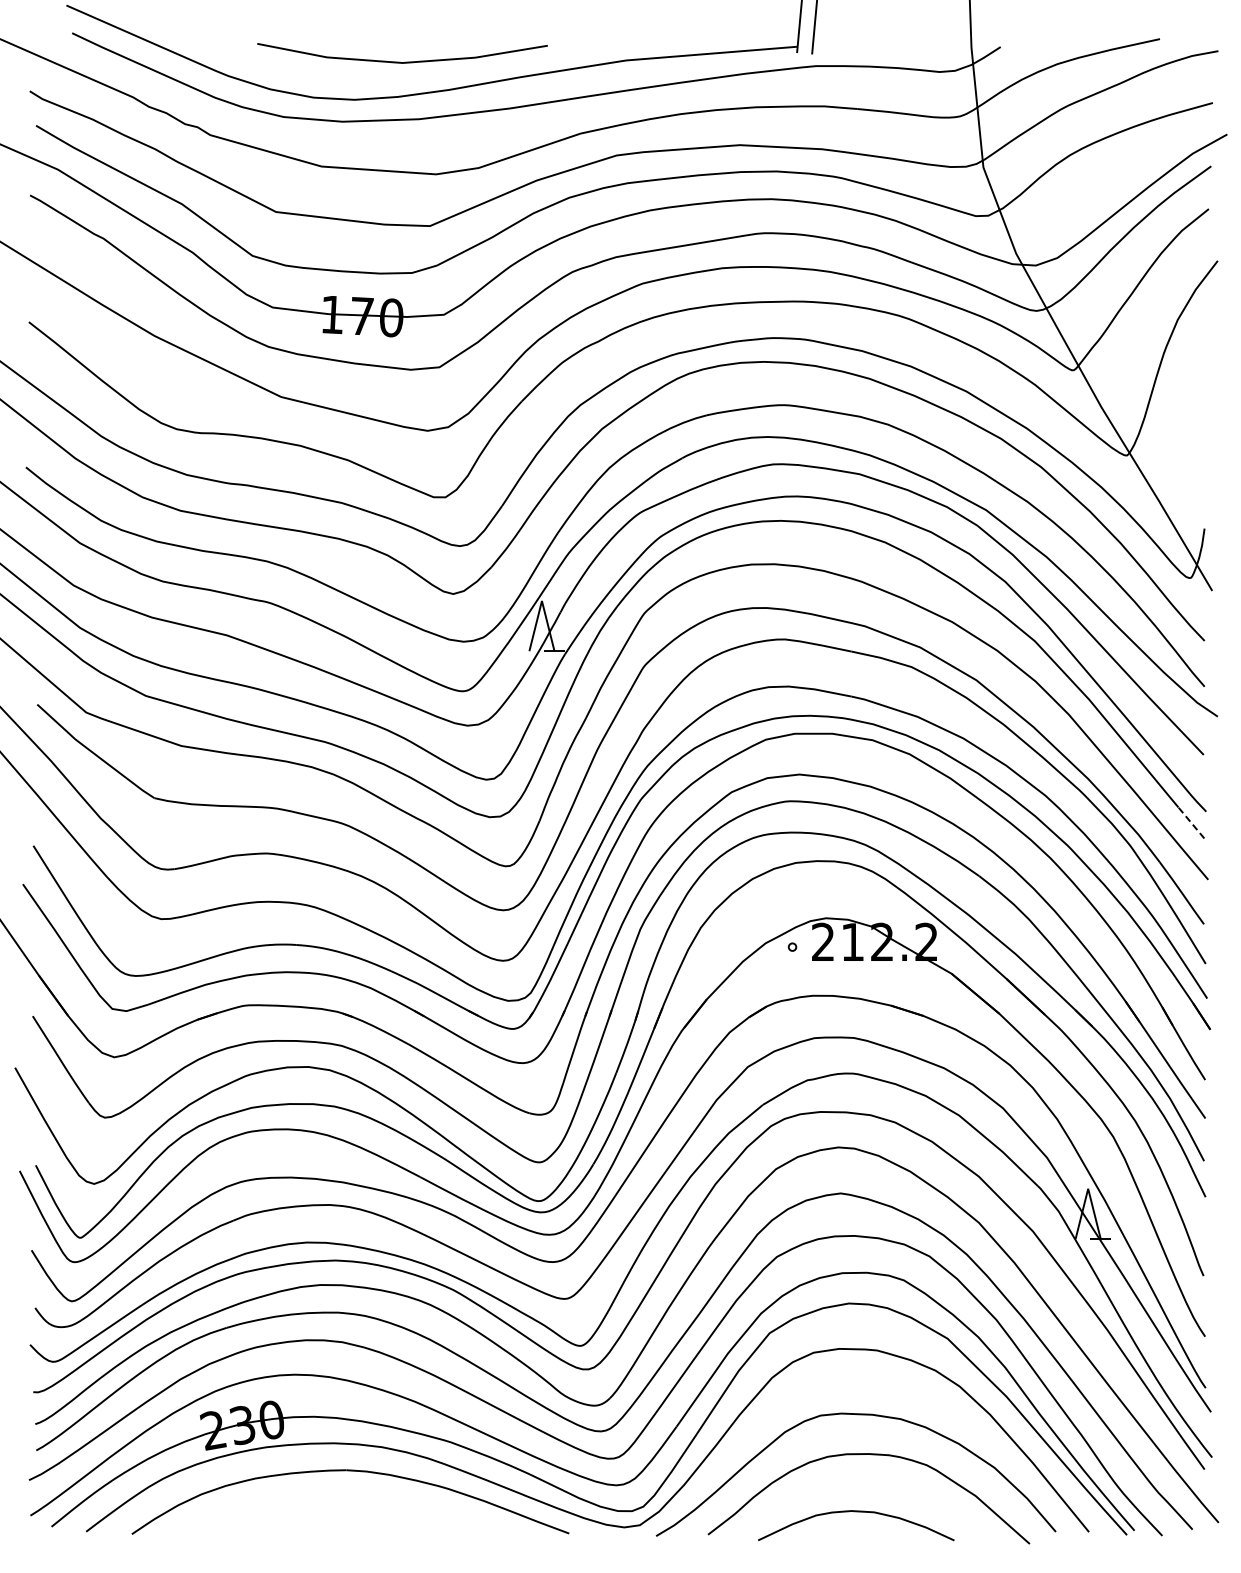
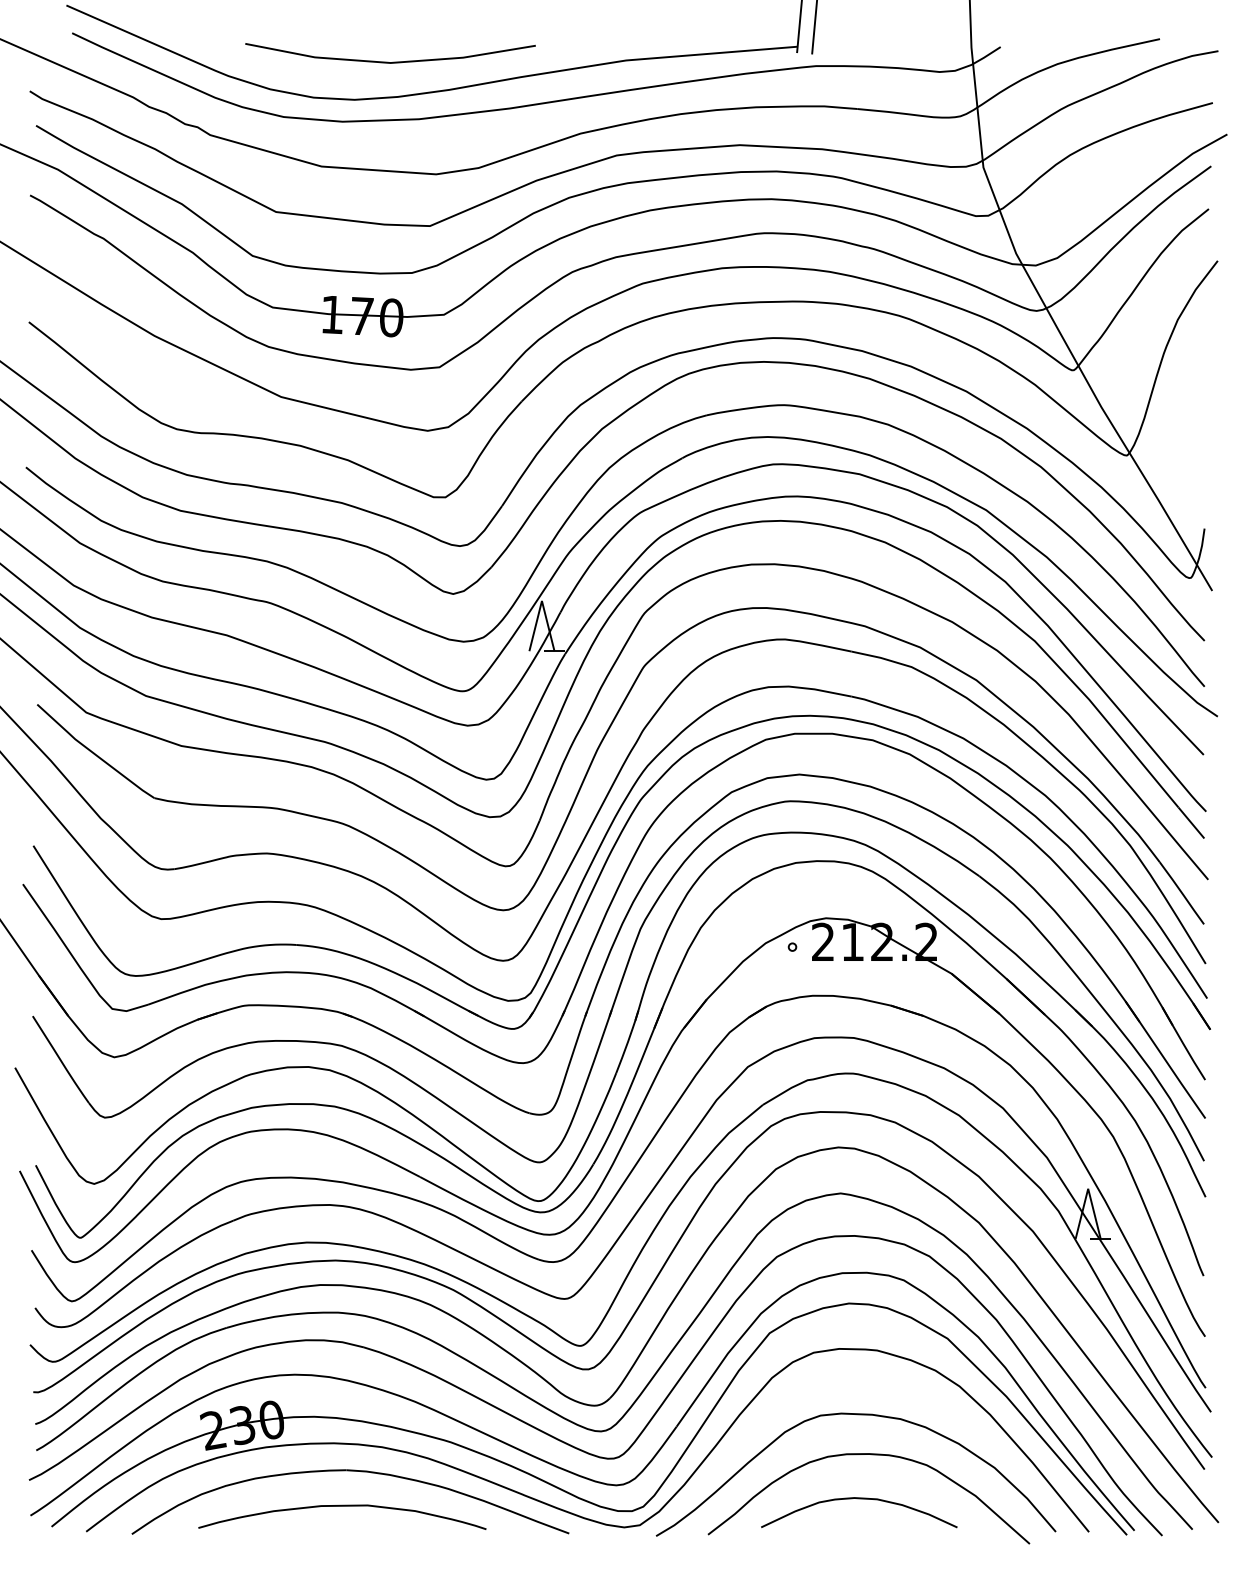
line at (400, 61) position: (400, 61) -> (388, 61)
line at (1191, 822): dashed -> solid
curve at (342, 1506): none -> present
curve at (856, 1512) position: (856, 1512) -> (859, 1499)
